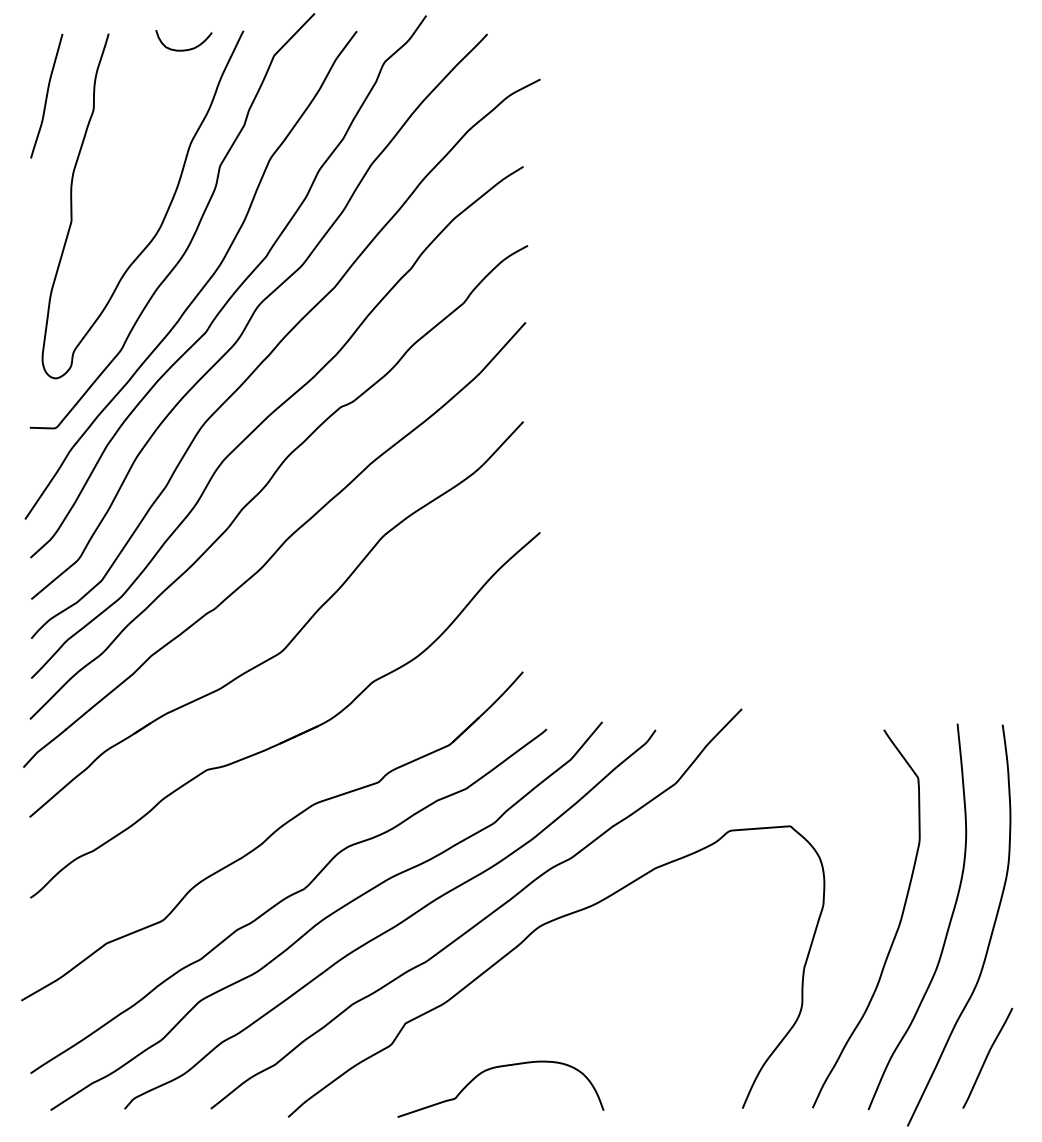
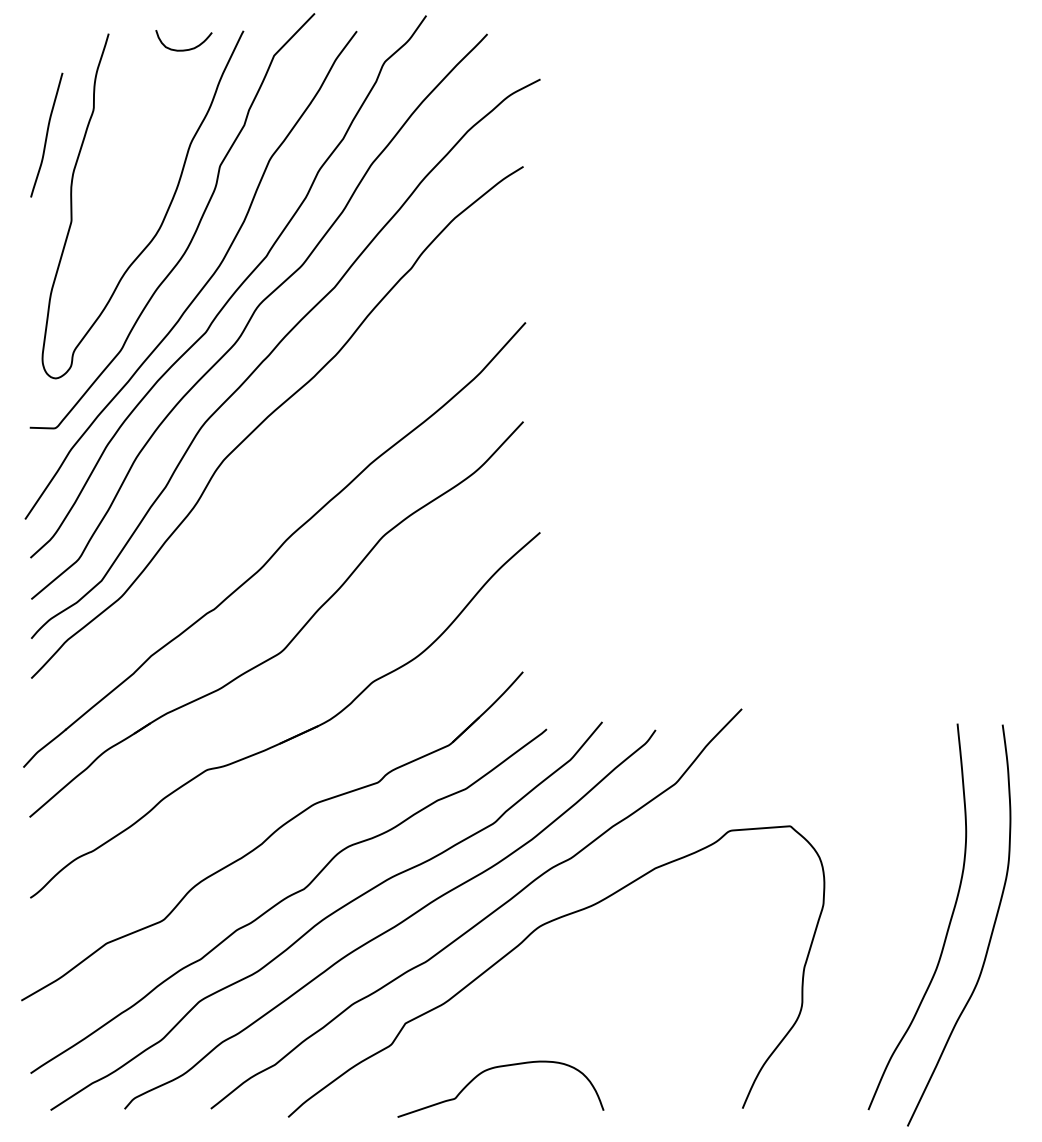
curve at (46, 95) position: (46, 95) -> (46, 134)
curve at (272, 478): present -> none
curve at (896, 929): present -> none
curve at (987, 1057): present -> none
